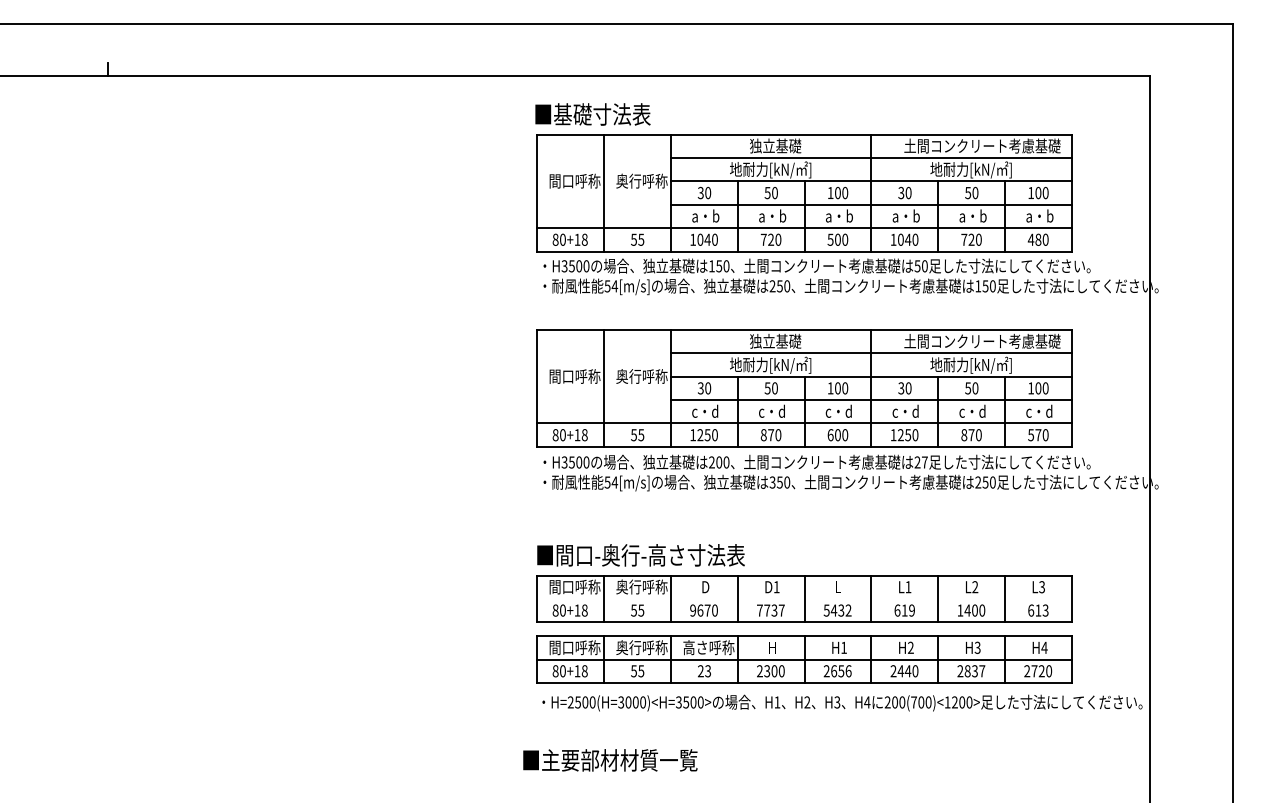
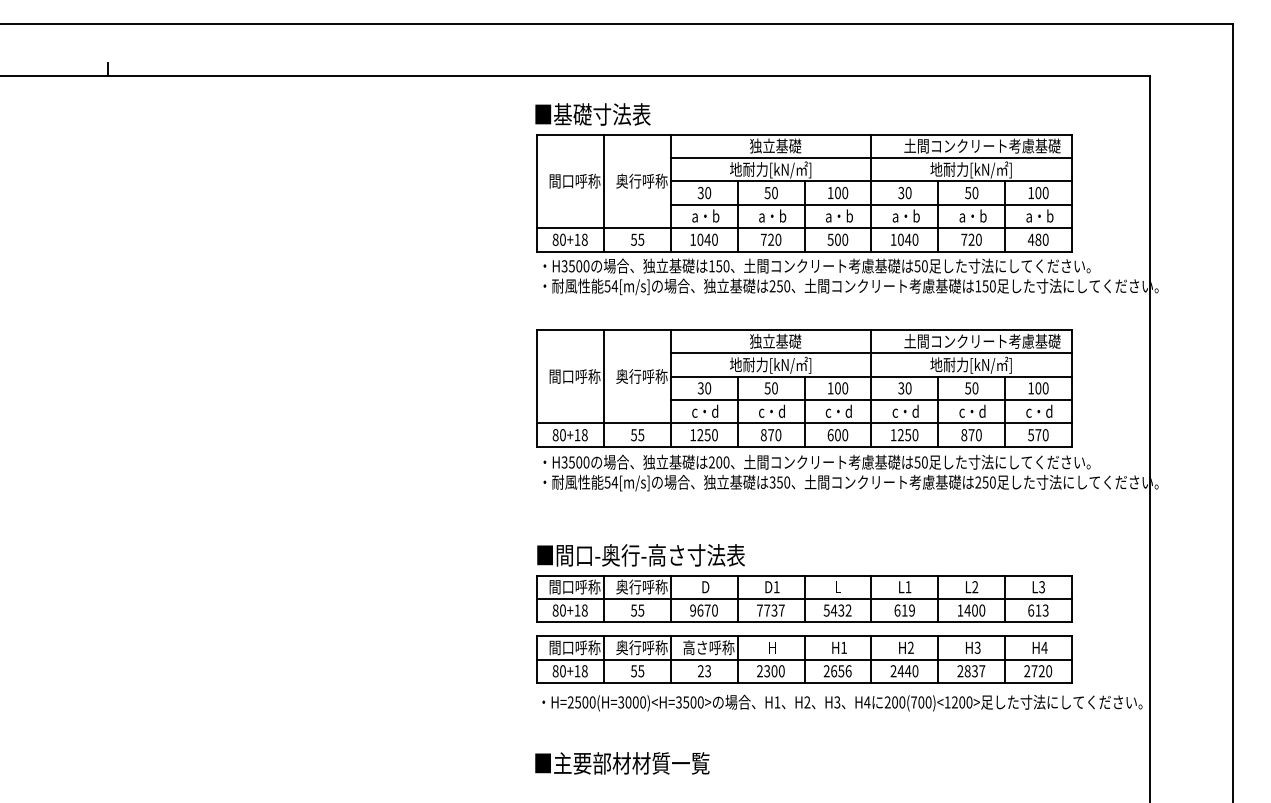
text at (920, 462): 27 -> 50
line at (804, 598): none -> present
text at (610, 760) position: (610, 760) -> (622, 763)
